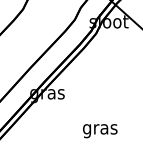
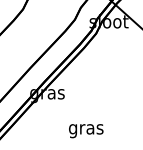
text at (100, 131) position: (100, 131) -> (86, 131)
